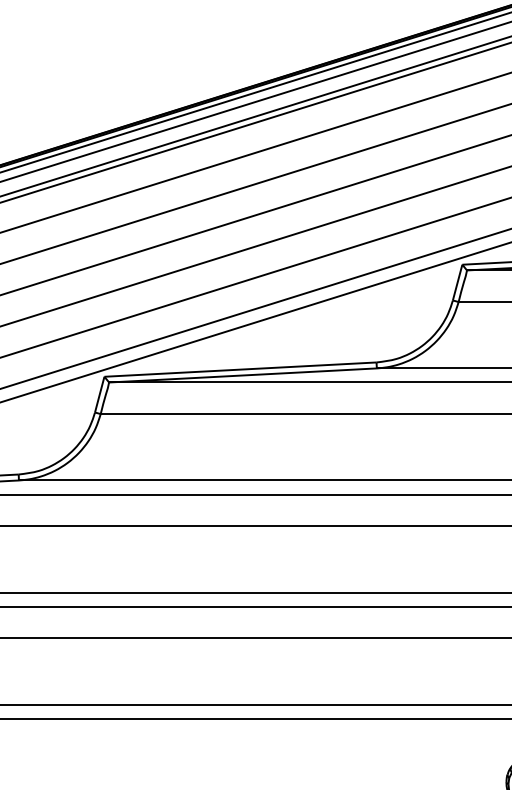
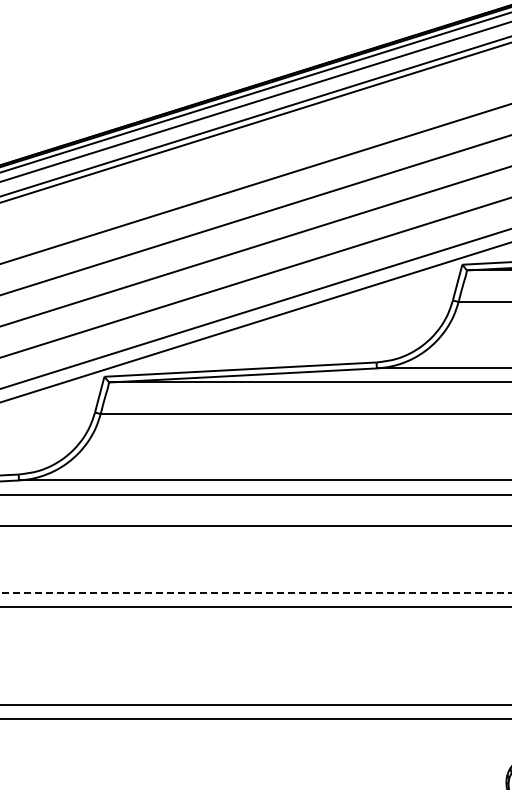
line at (255, 152): present -> none
line at (255, 592): solid -> dashed
line at (255, 638): present -> none
